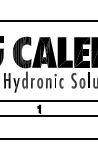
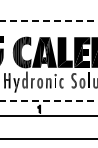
line at (49, 20): solid -> dashed
line at (49, 101): solid -> dashed
